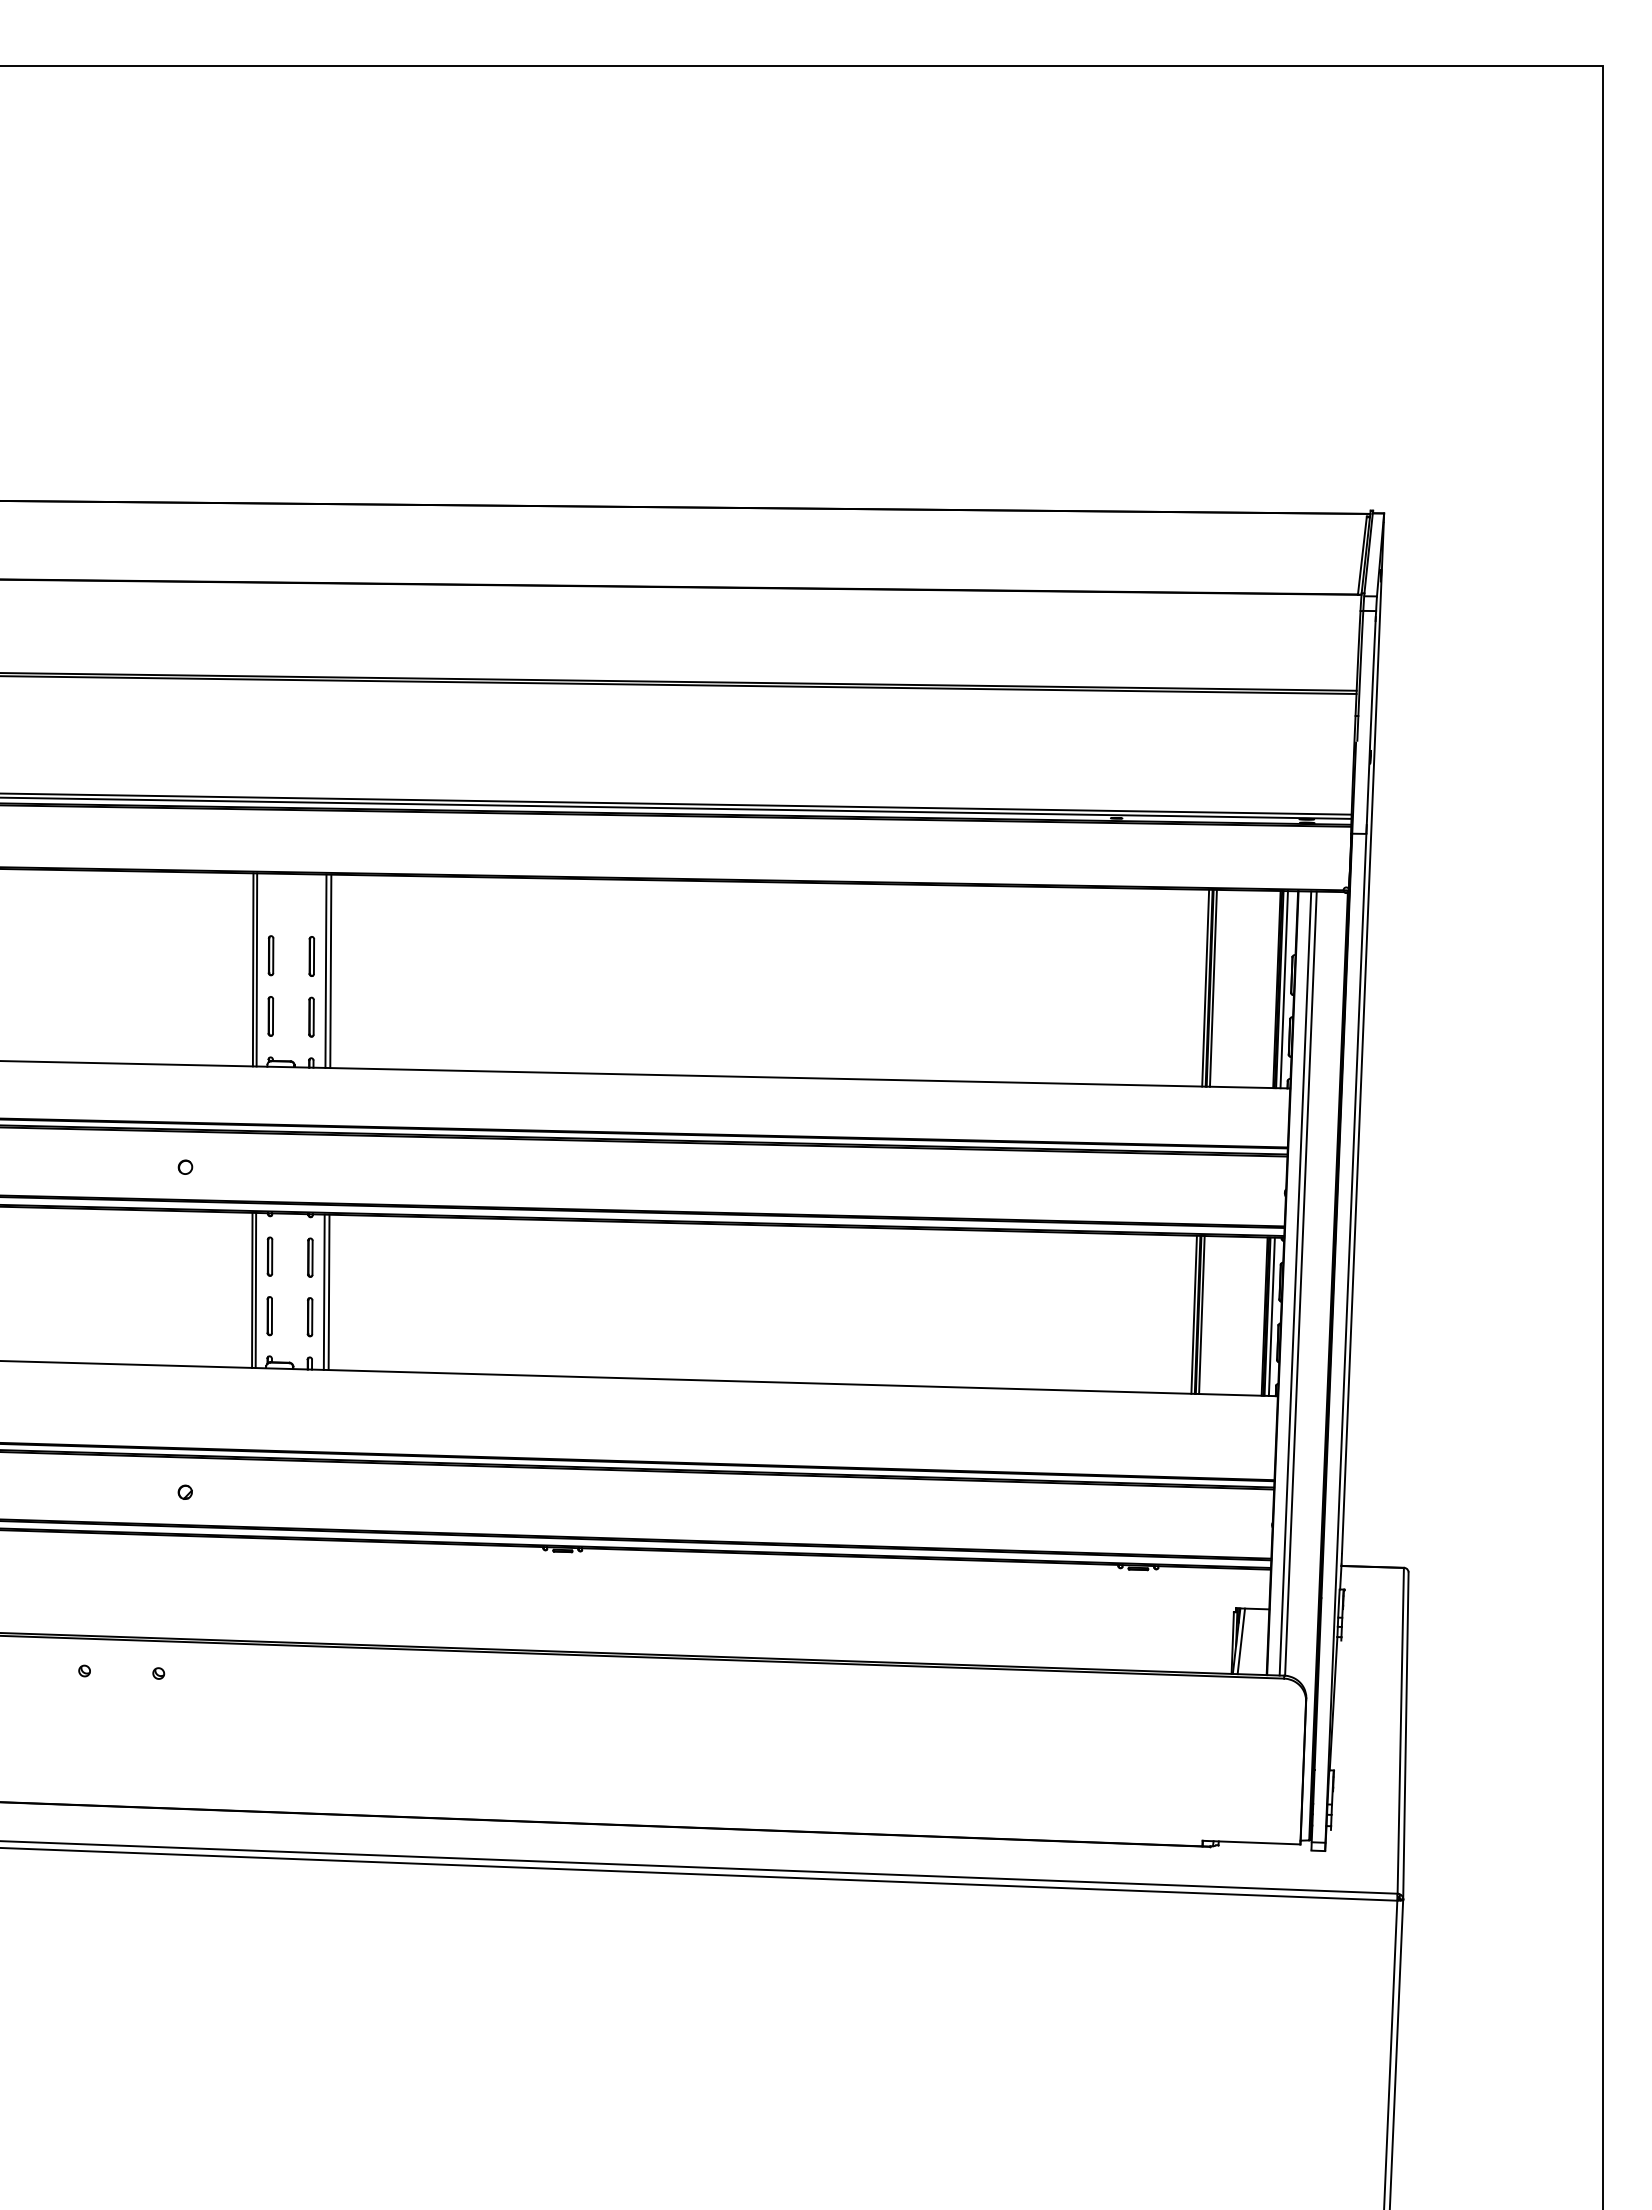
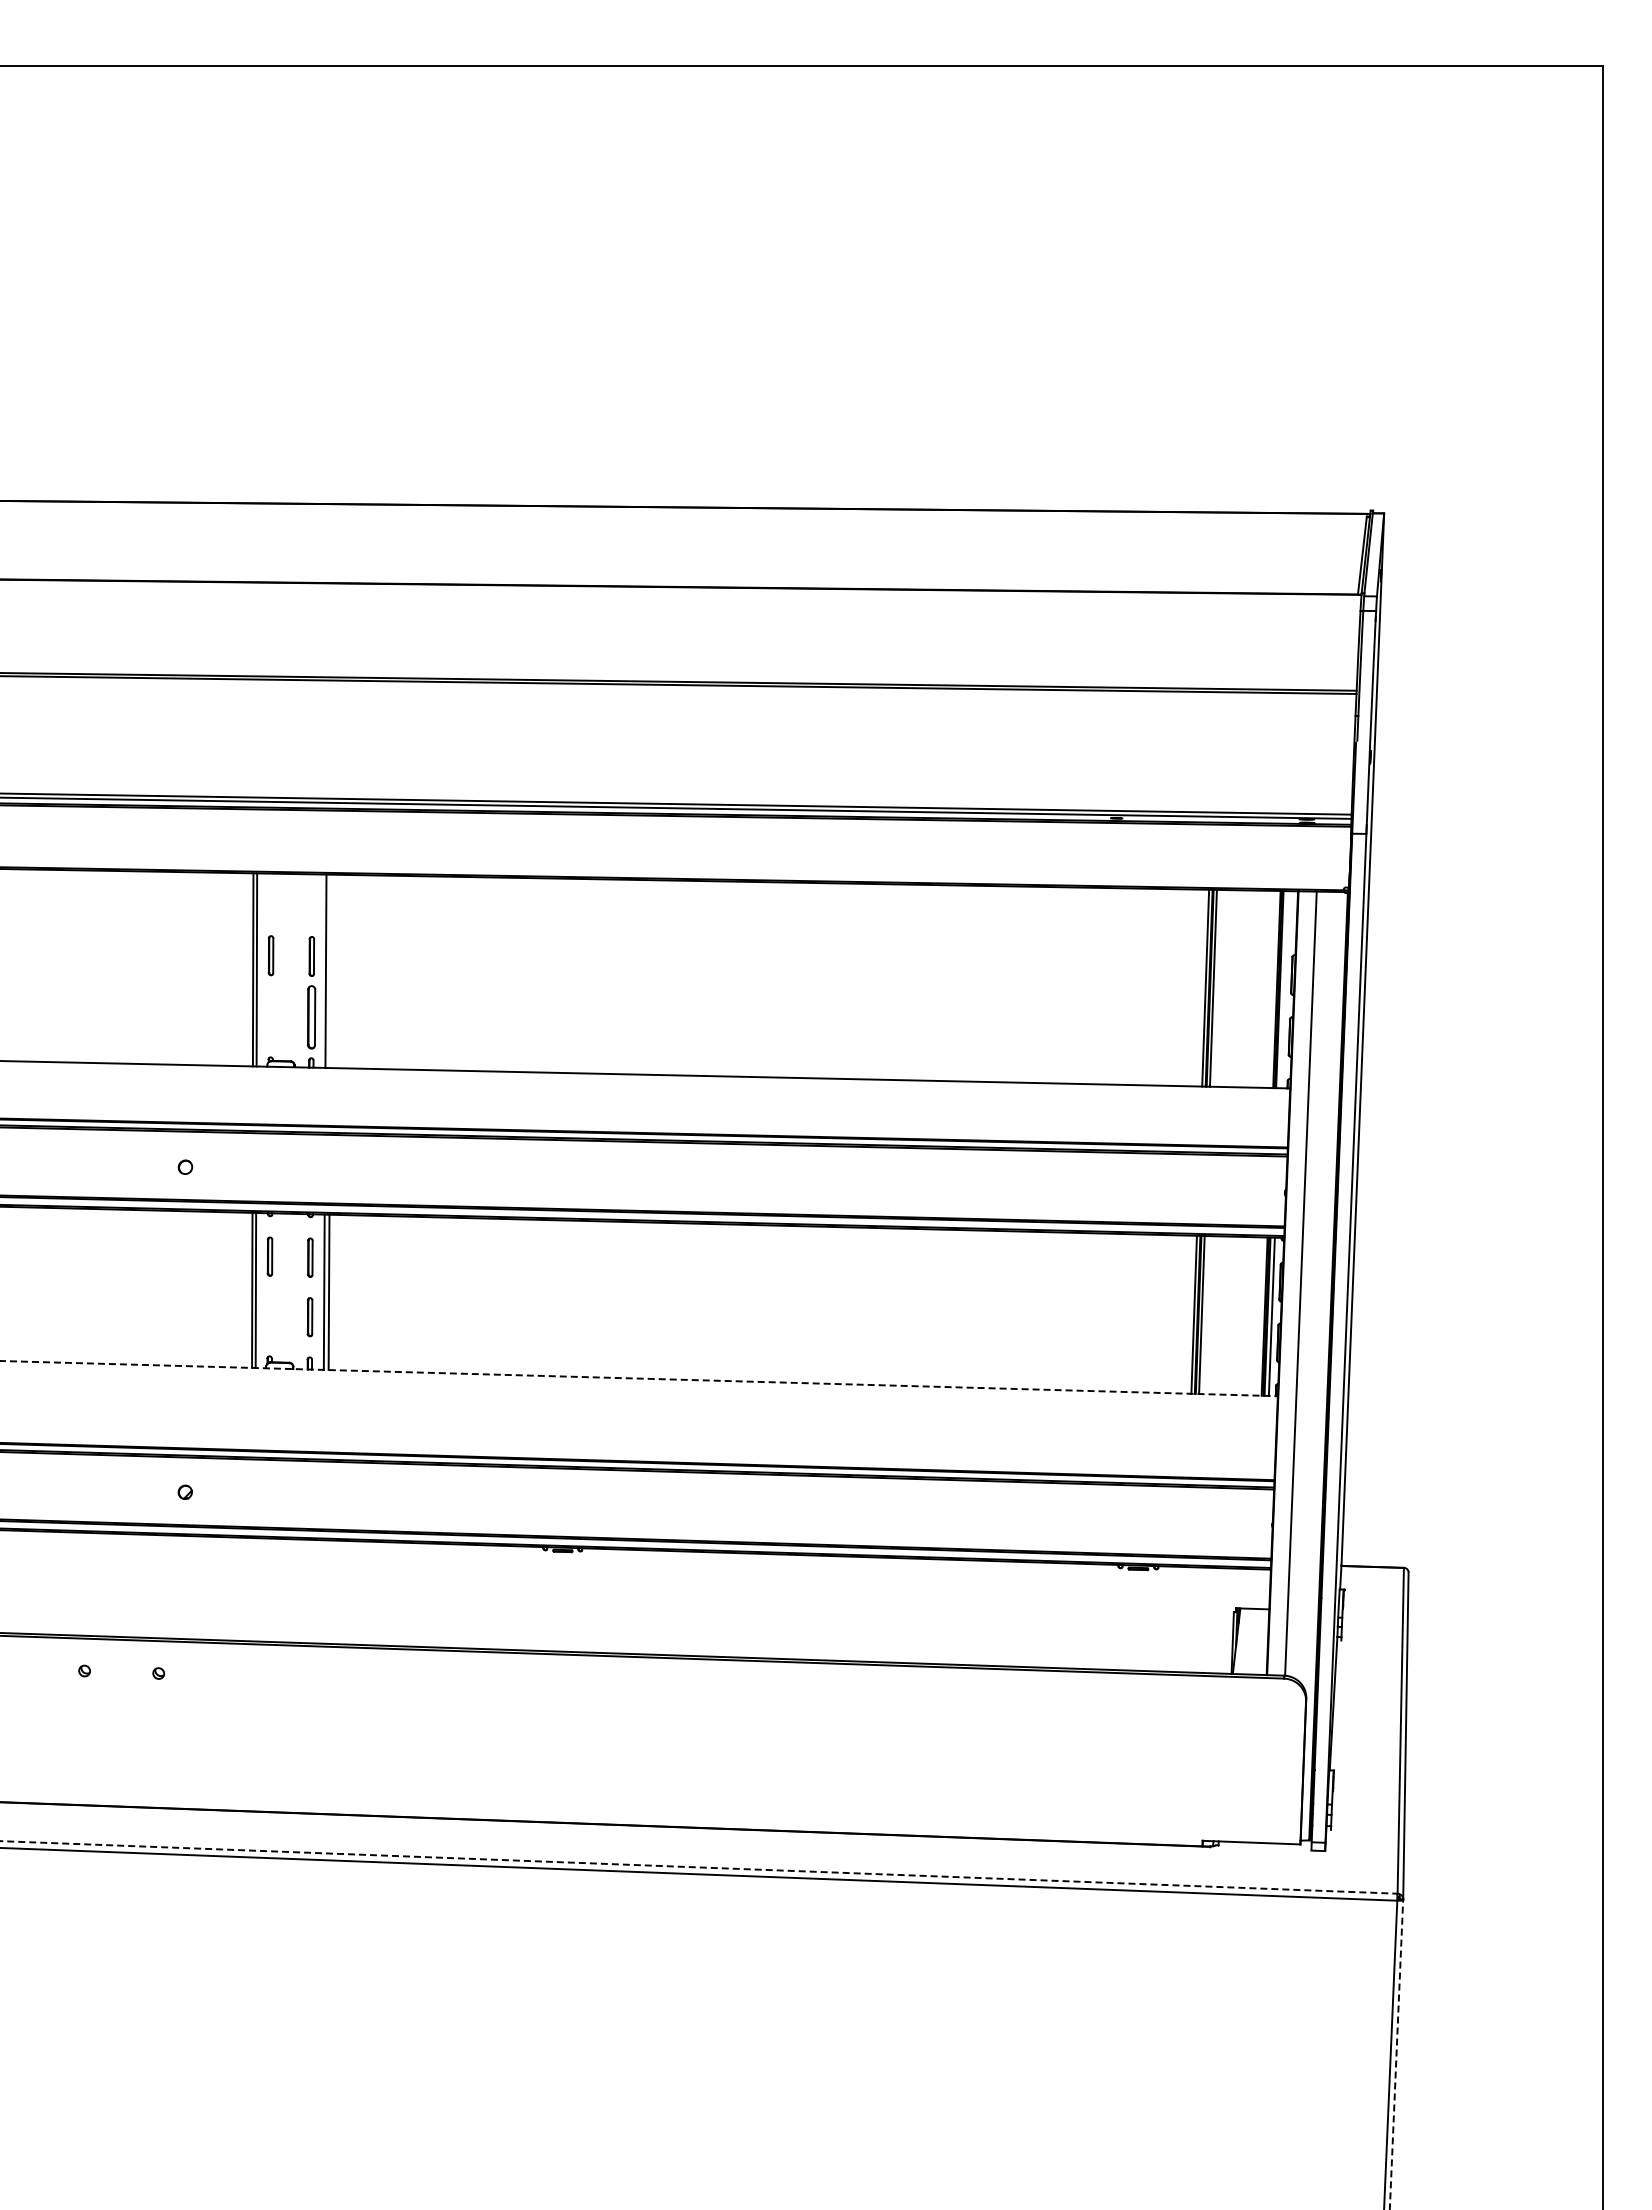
line at (330, 971): present -> none
line at (1283, 989): present -> none
part at (270, 1016): present -> none
part at (311, 1016) size: 7x42 px -> 10x65 px
line at (1295, 1283): present -> none
part at (269, 1316): present -> none
line at (639, 1378): solid -> dashed
line at (1241, 1641): present -> none
line at (699, 1867): solid -> dashed
line at (1396, 2054): solid -> dashed
